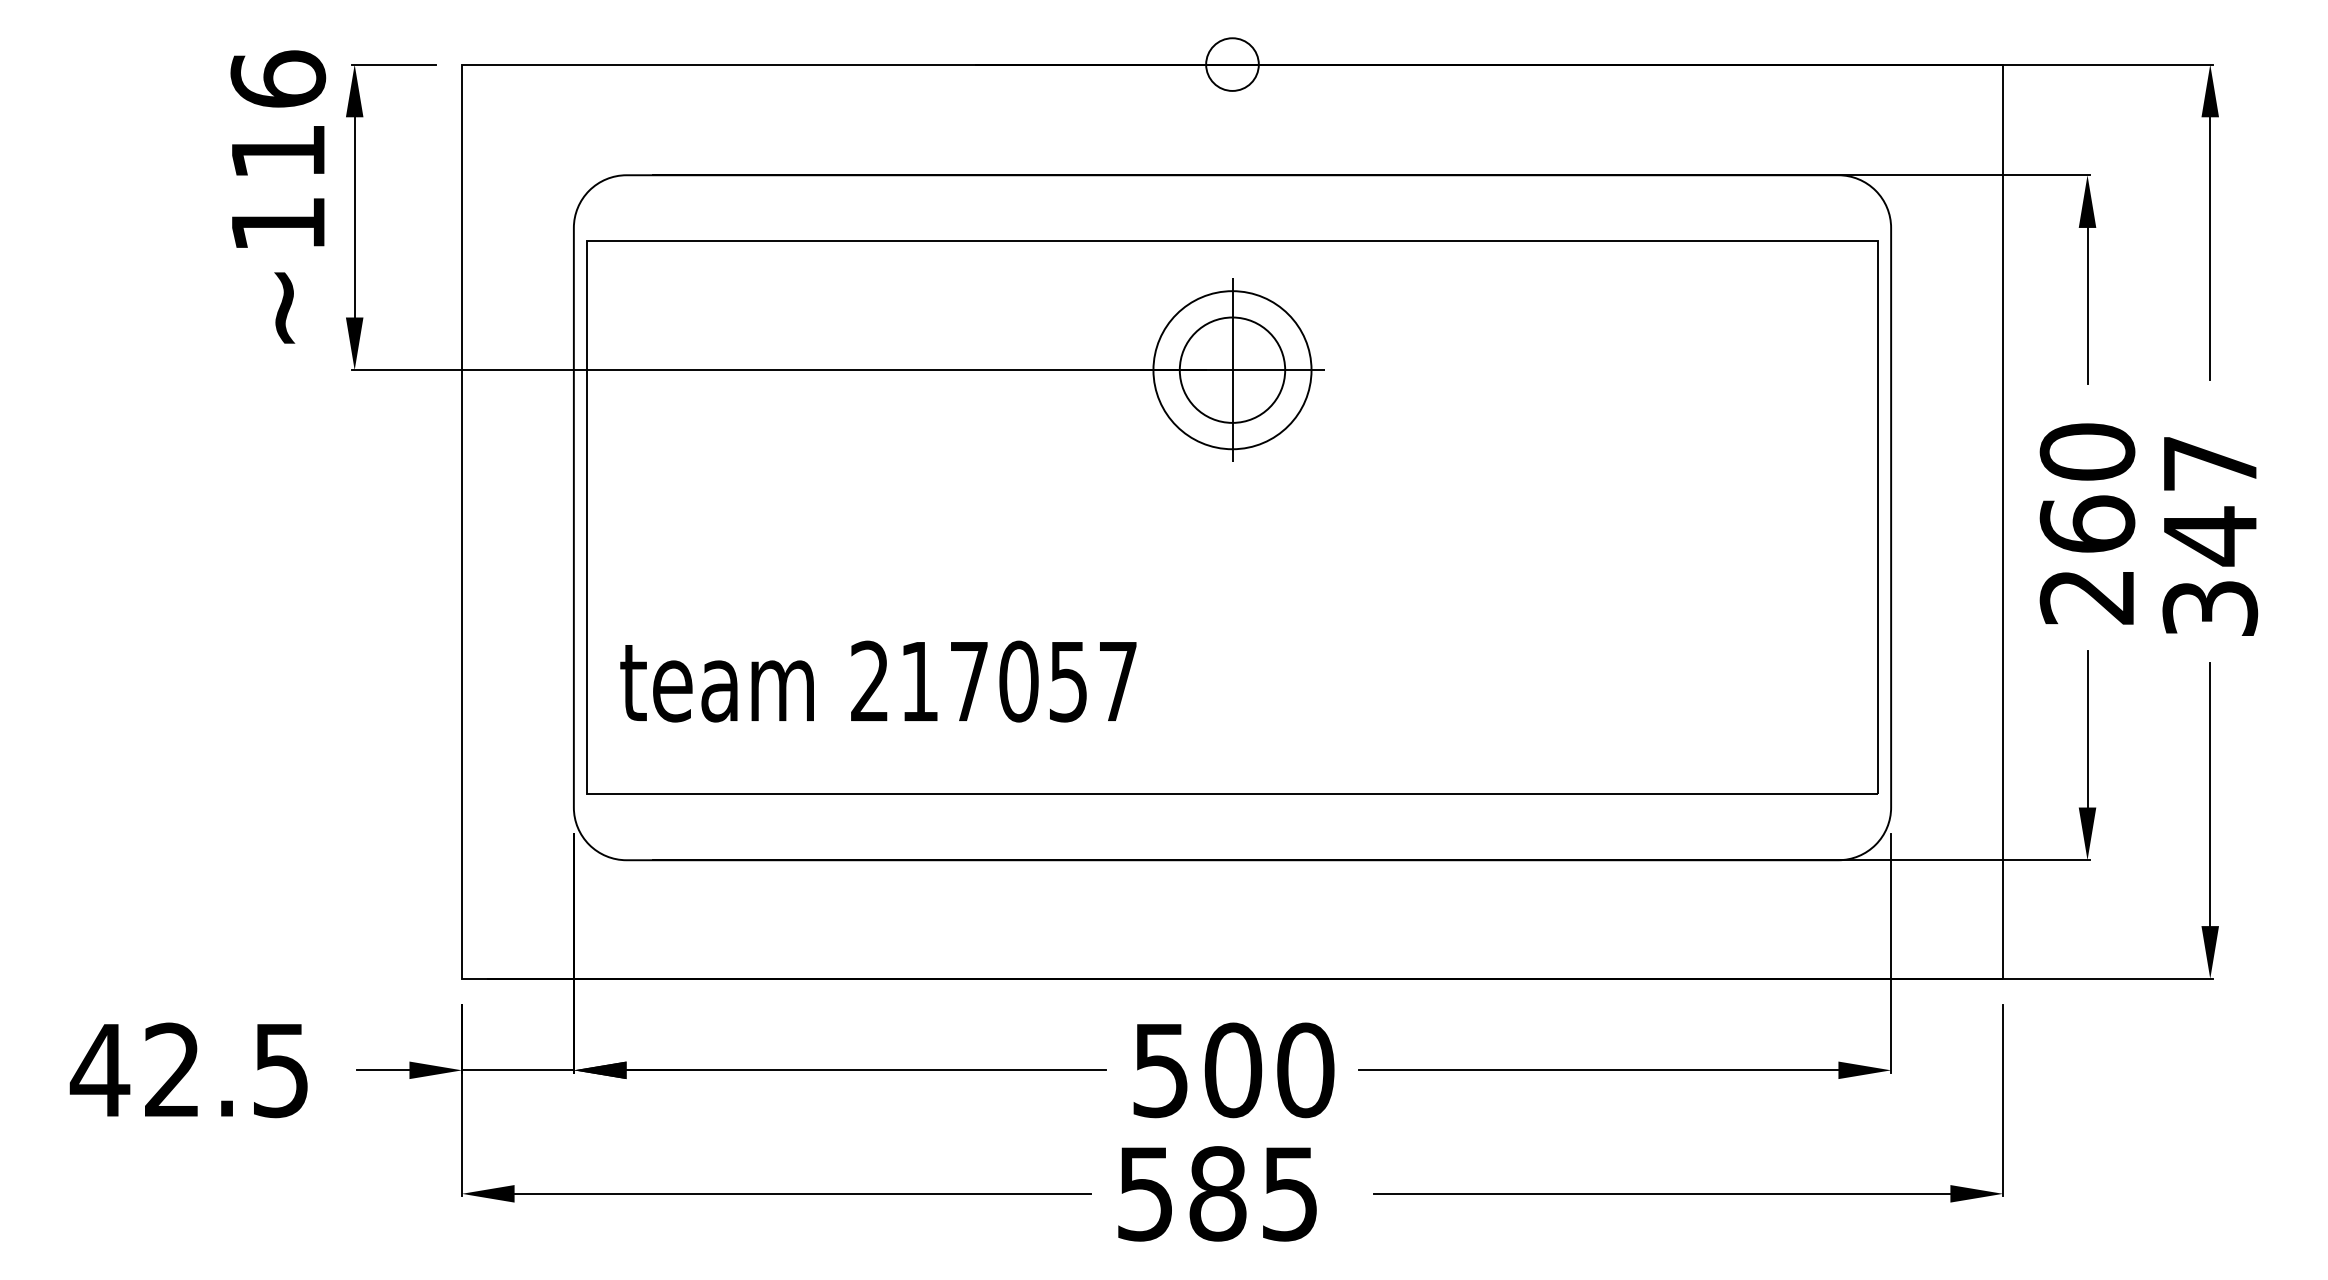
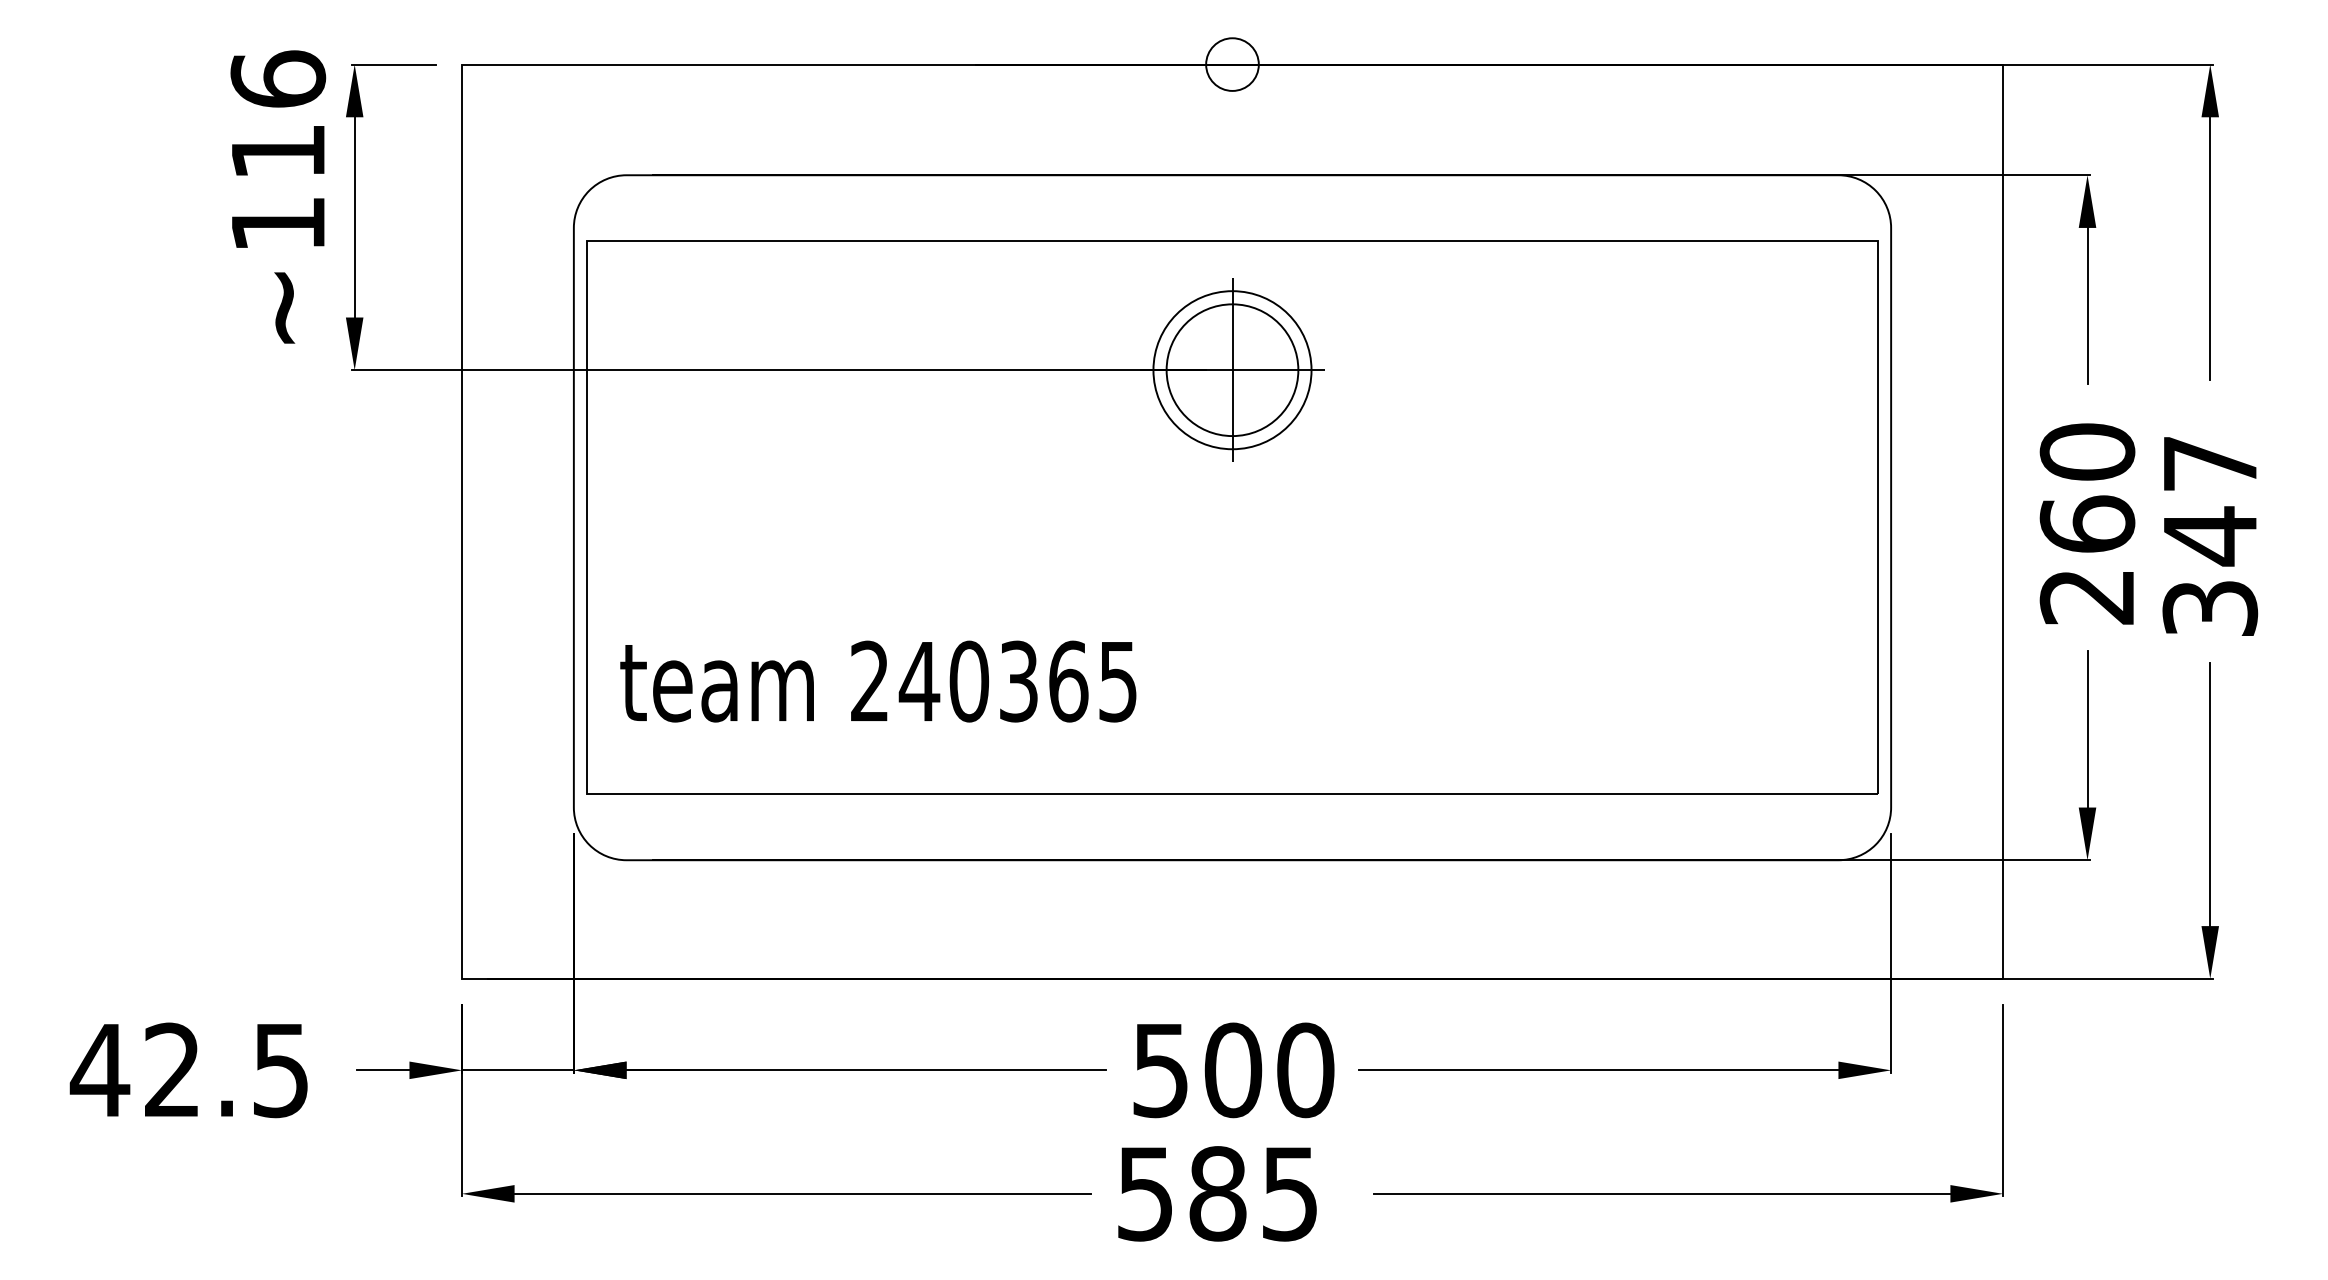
circle at (1232, 369) diameter: 105 px -> 132 px
text at (1017, 681): 217057 -> 240365
